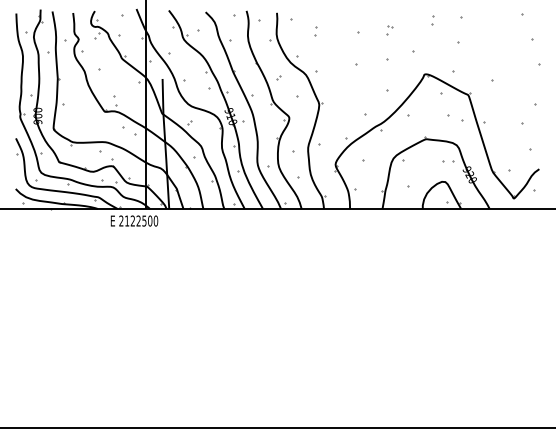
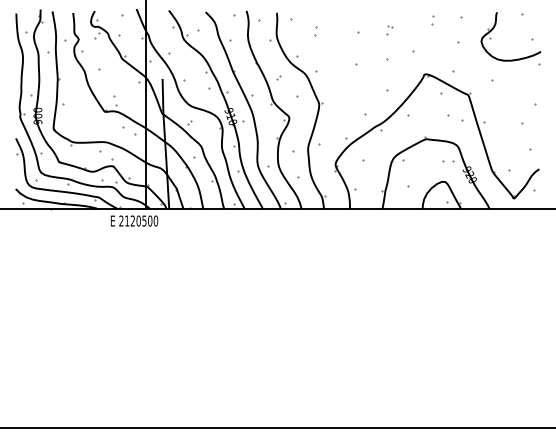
part at (494, 28): none -> present
text at (138, 220): 2122500 -> 2120500
